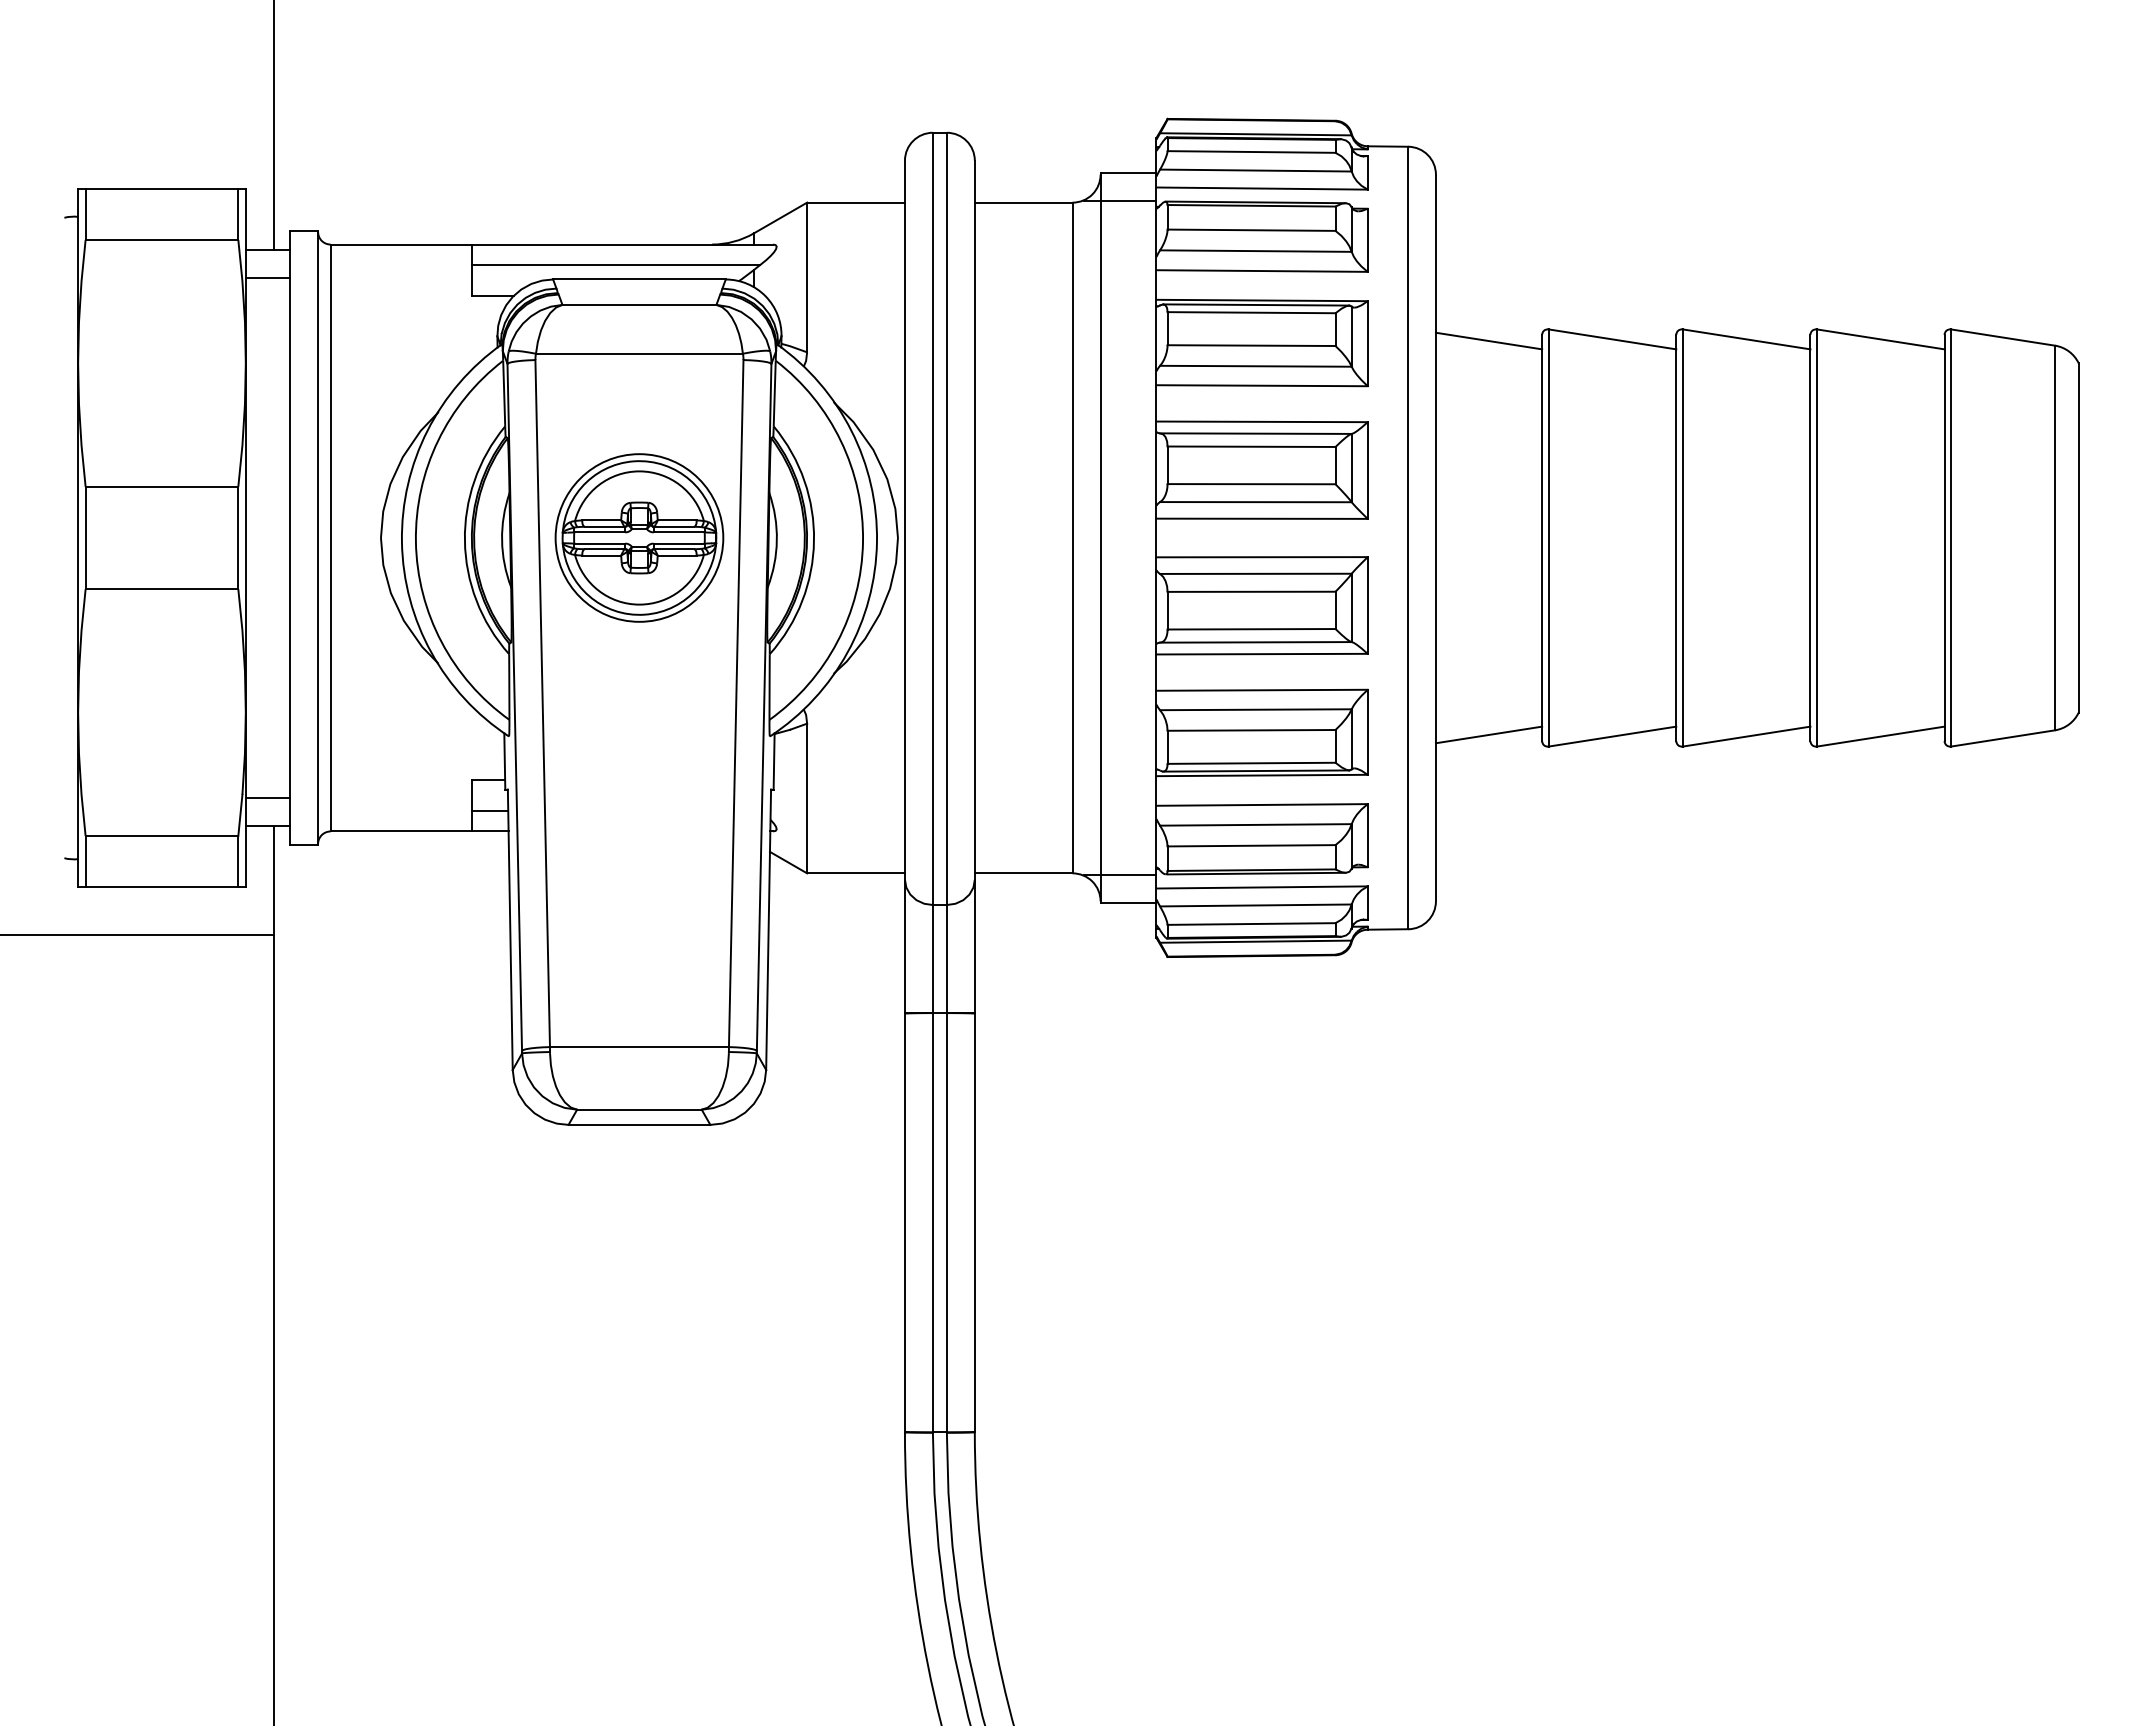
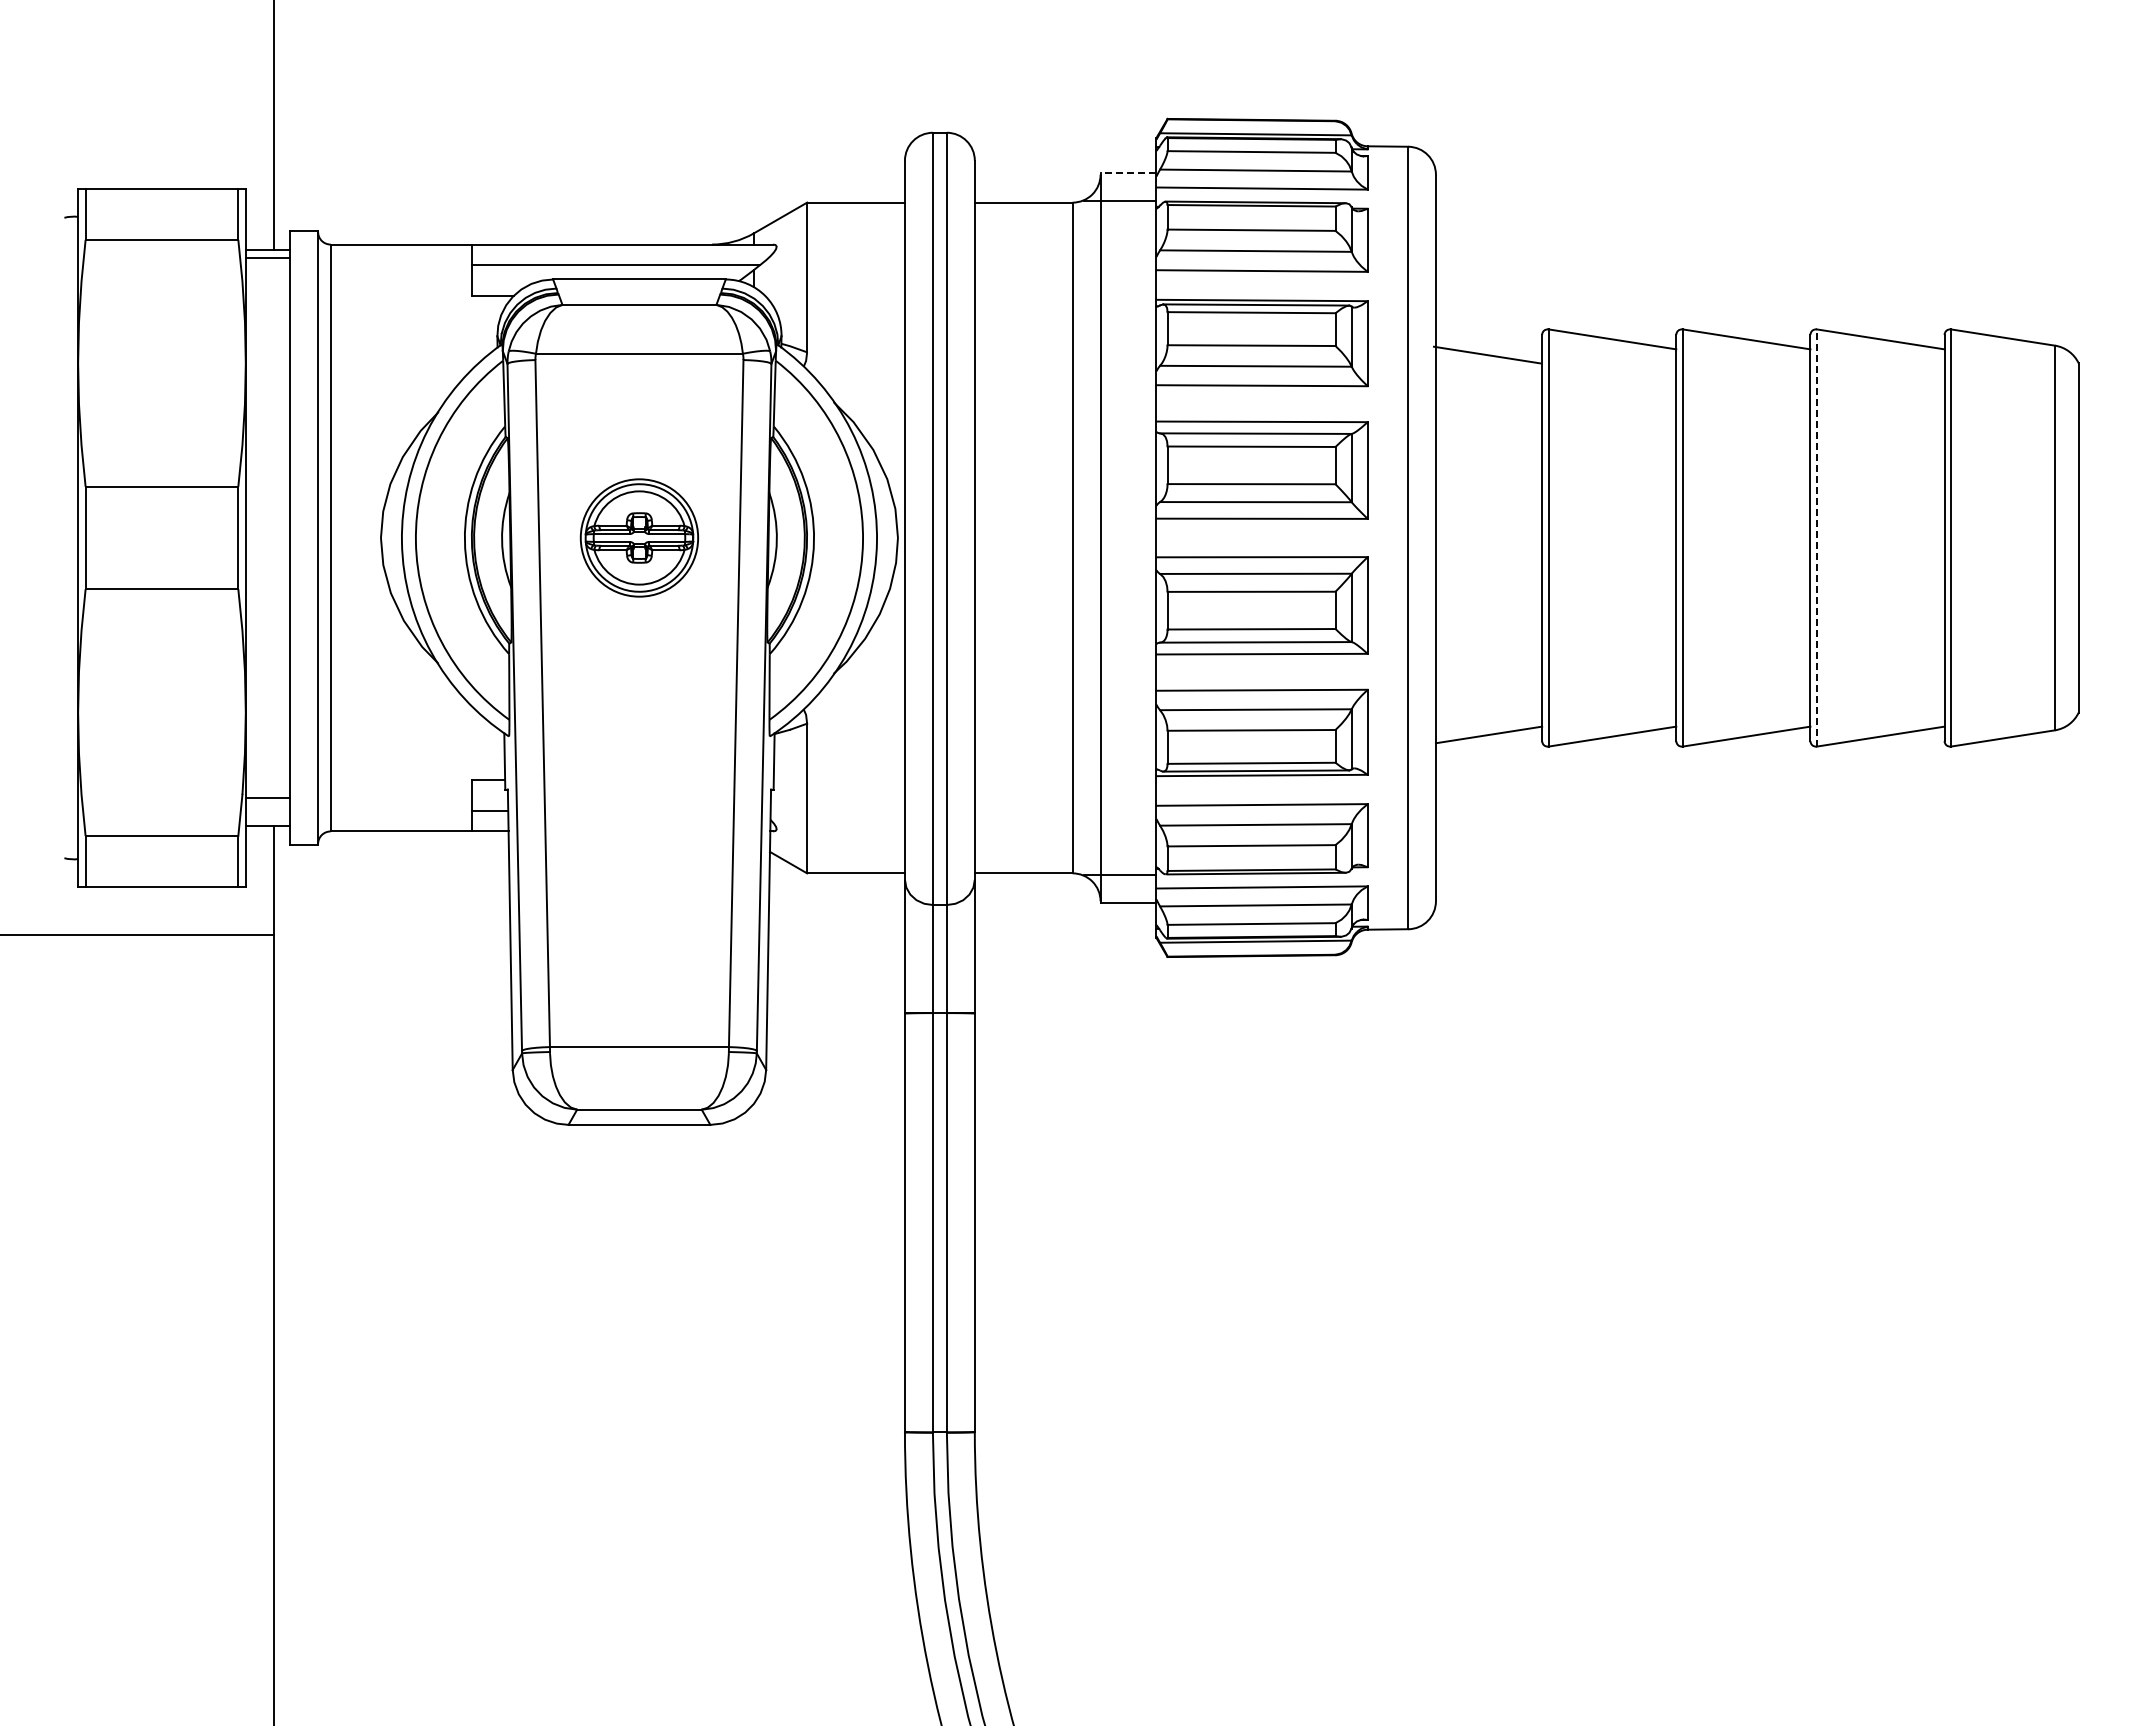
line at (1128, 173): solid -> dashed
line at (267, 277) position: (267, 277) -> (267, 257)
line at (1488, 340) position: (1488, 340) -> (1486, 354)
part at (639, 537) size: 171x170 px -> 121x120 px
line at (1816, 538): solid -> dashed
